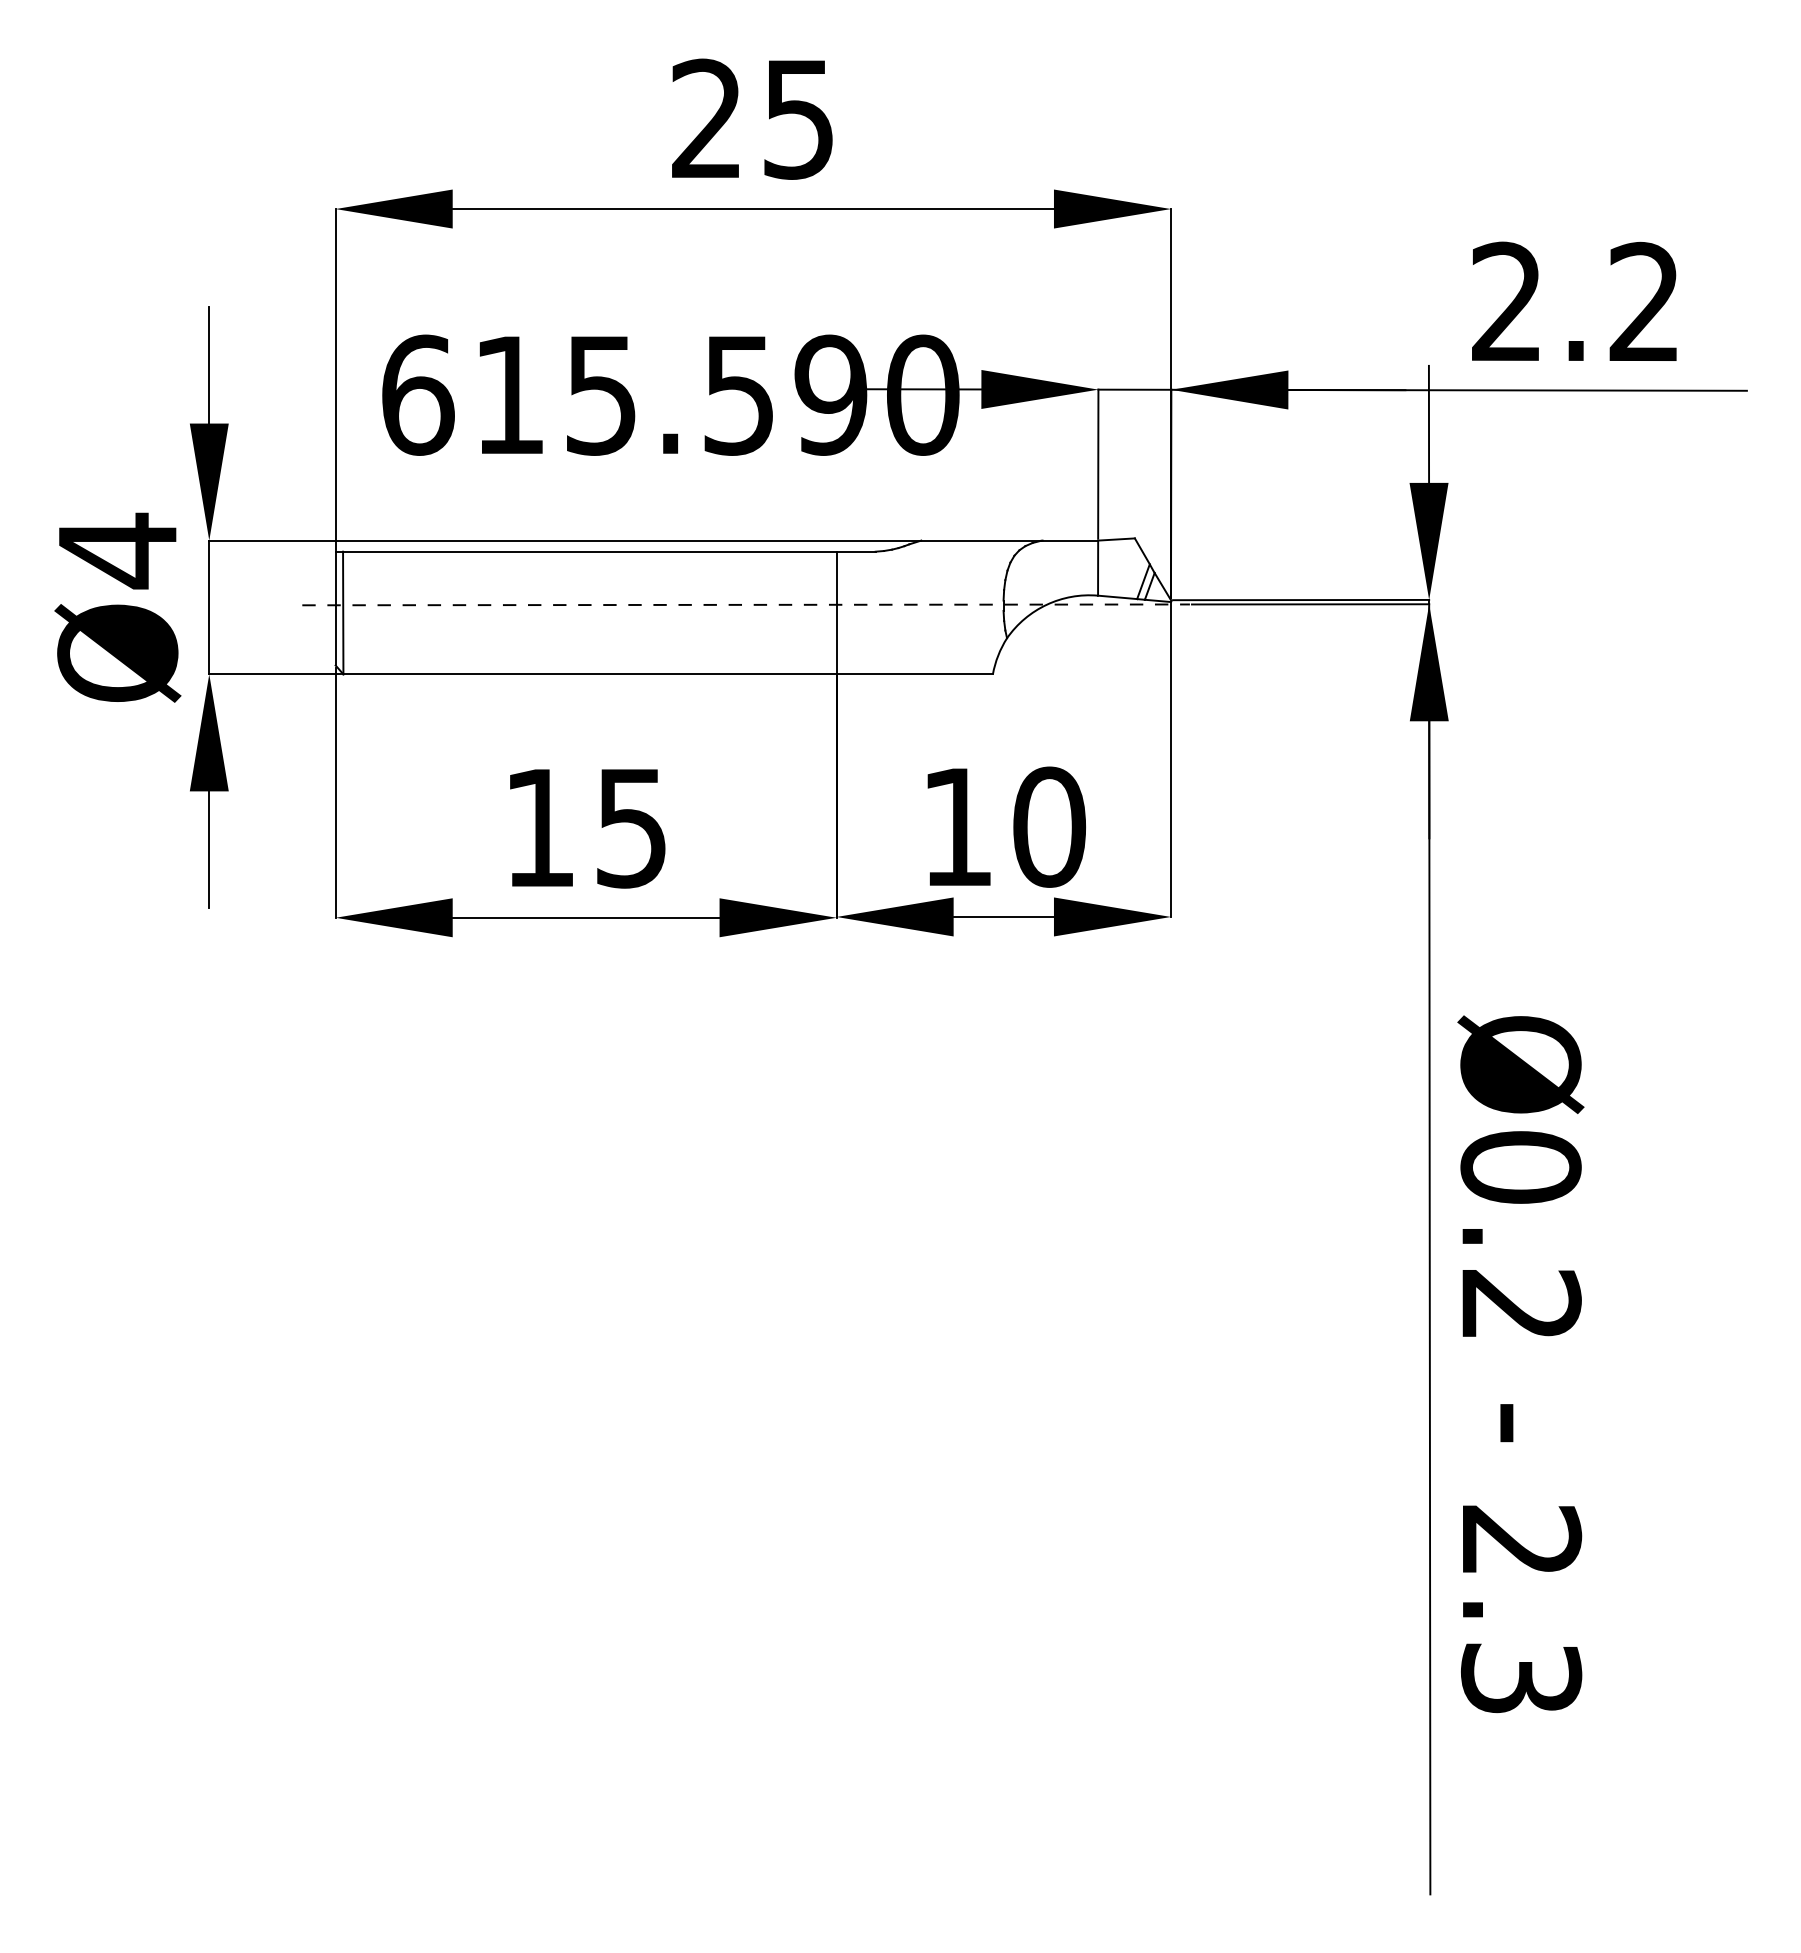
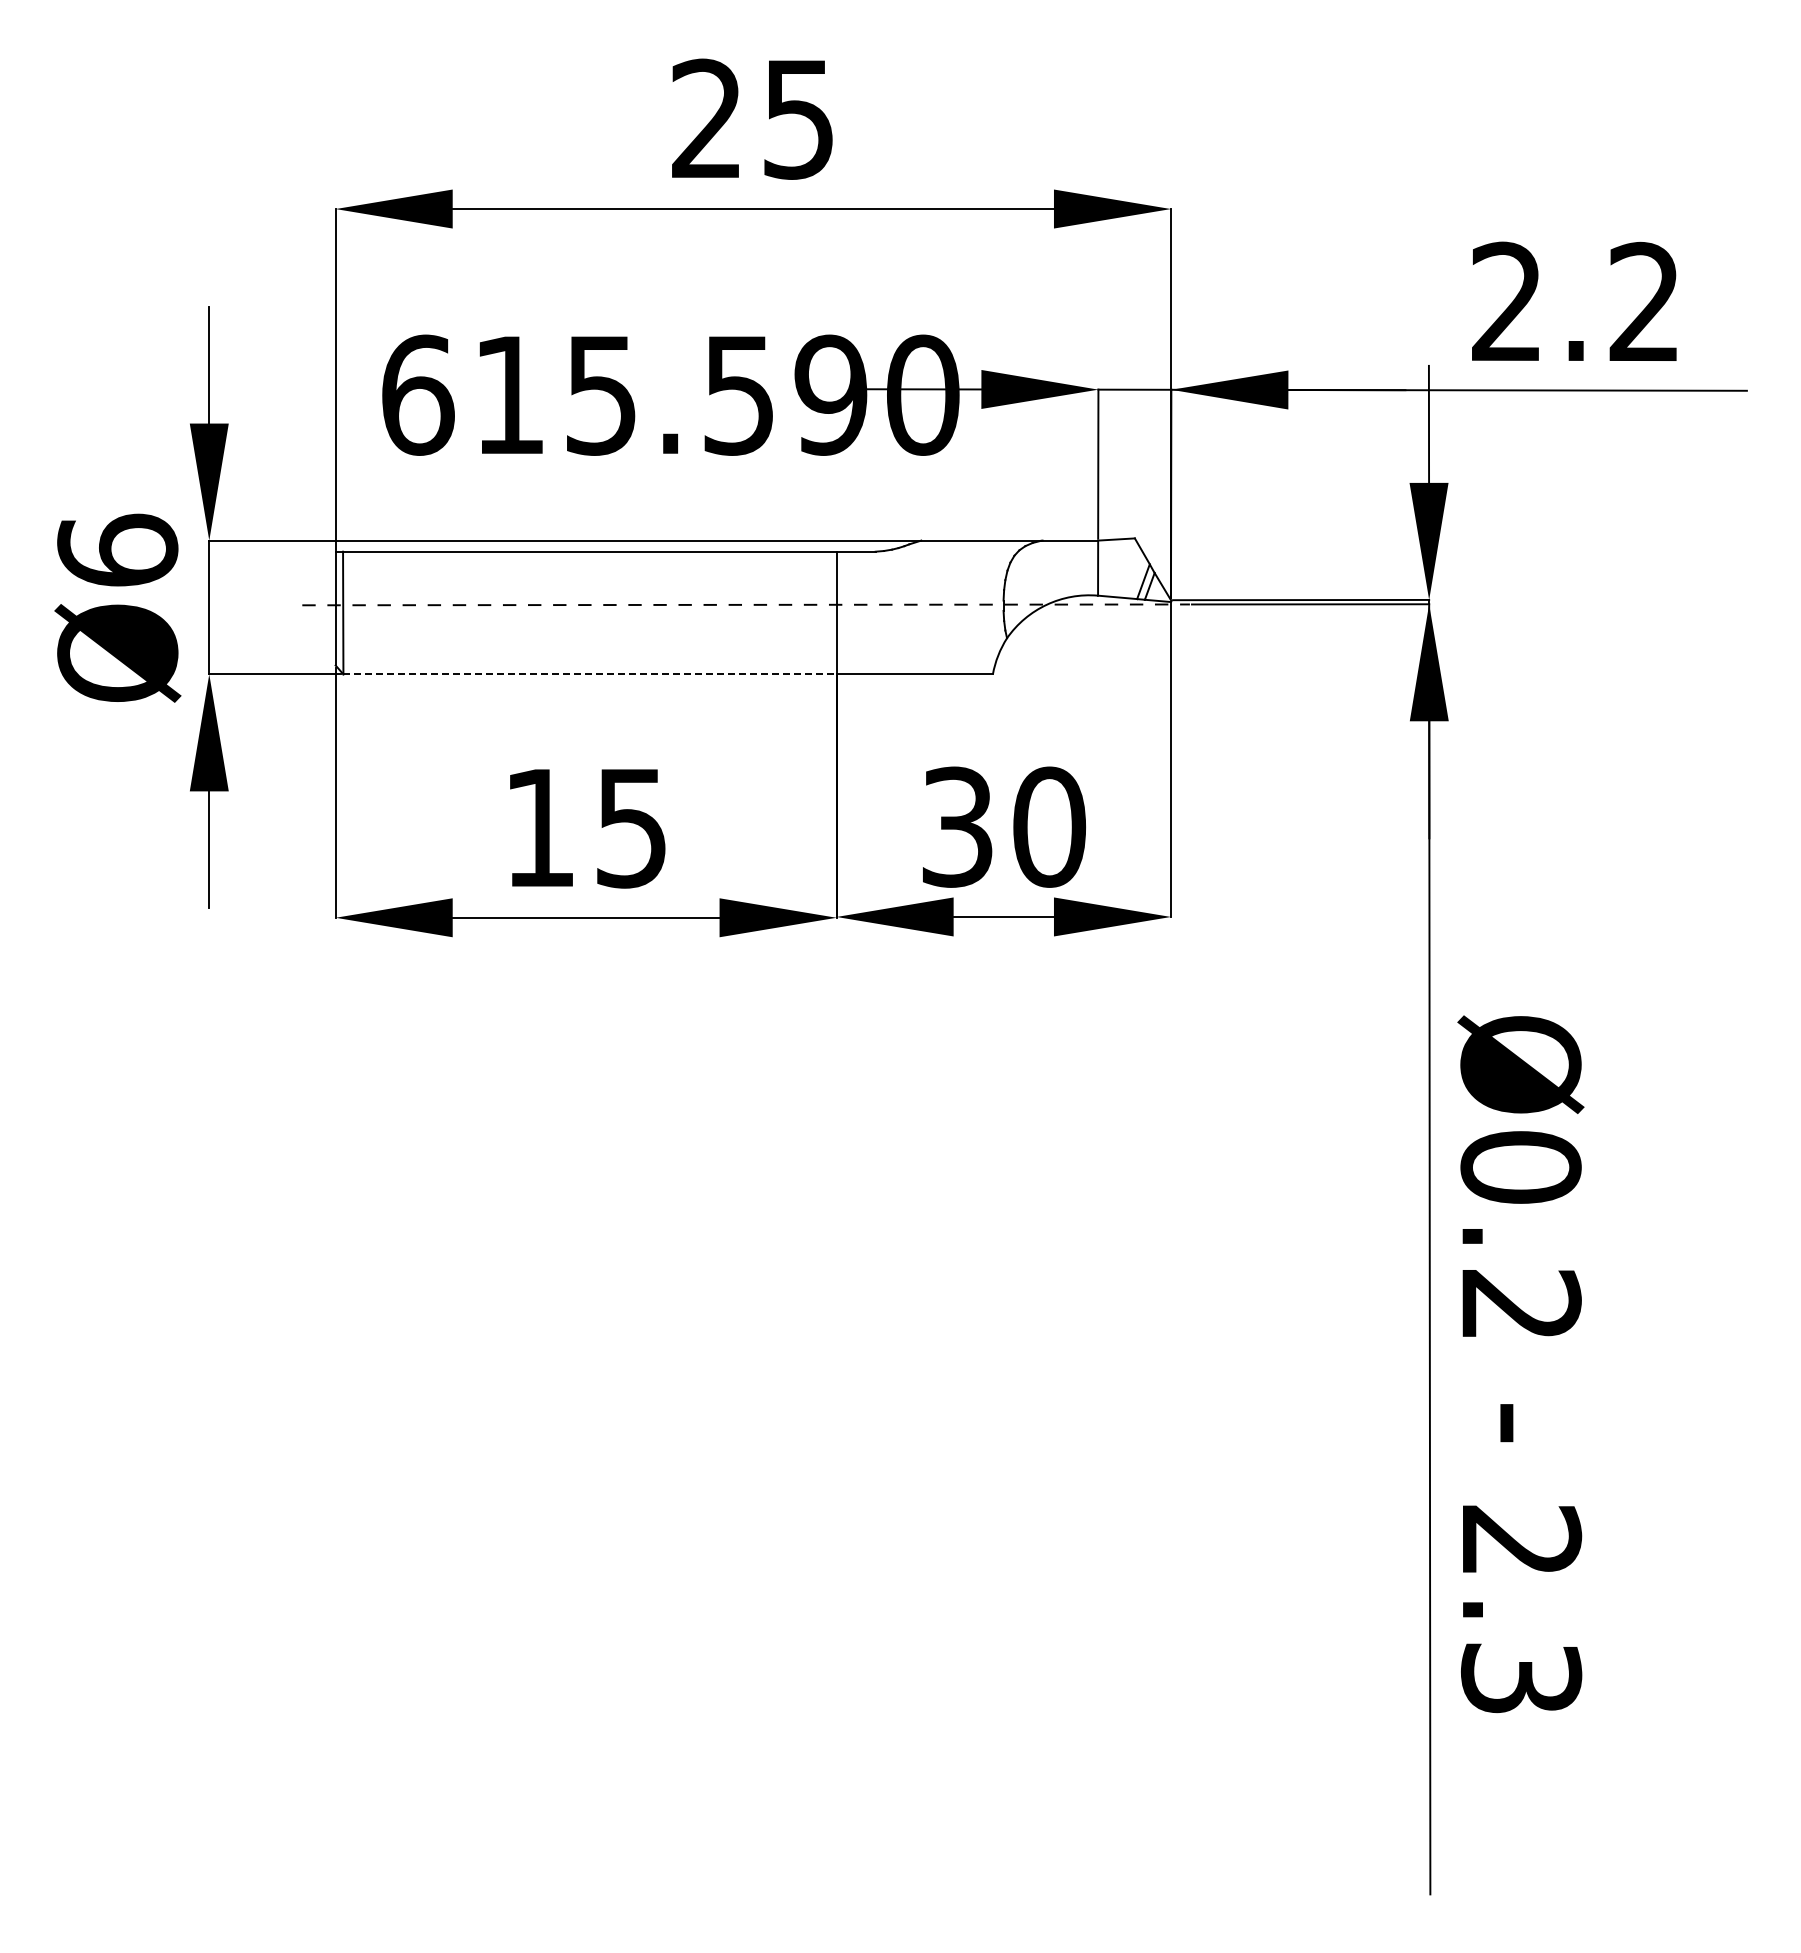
text at (117, 550): Ø4 -> Ø6
line at (590, 674): solid -> dashed
text at (957, 826): 10 -> 30
